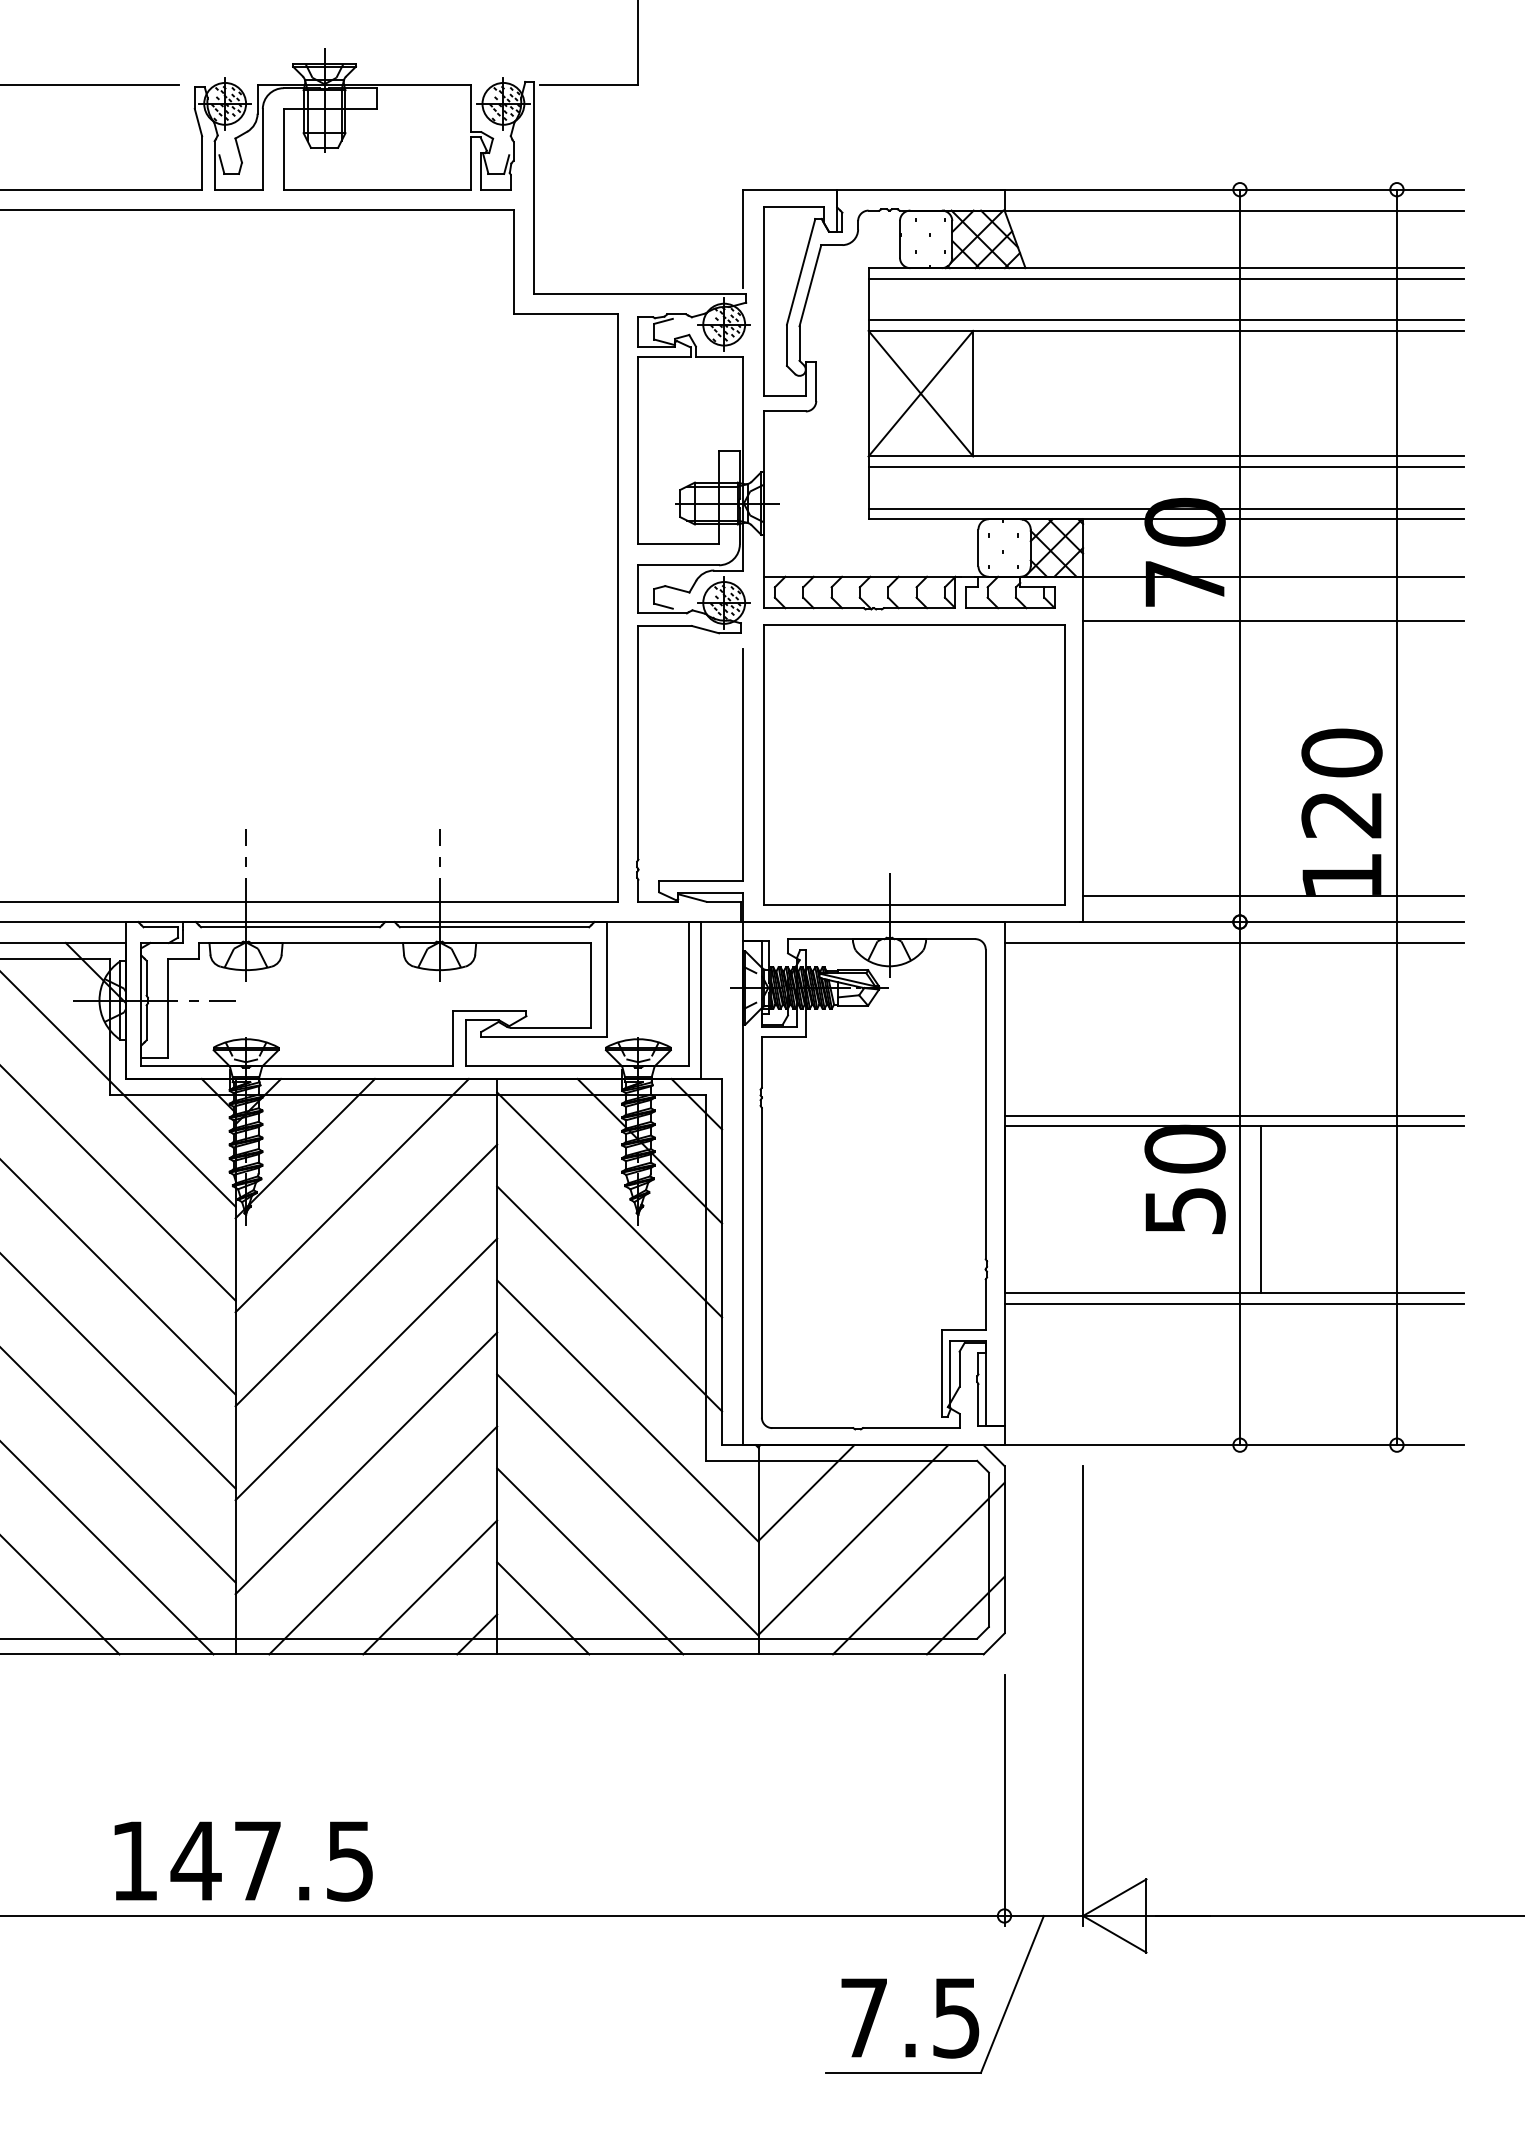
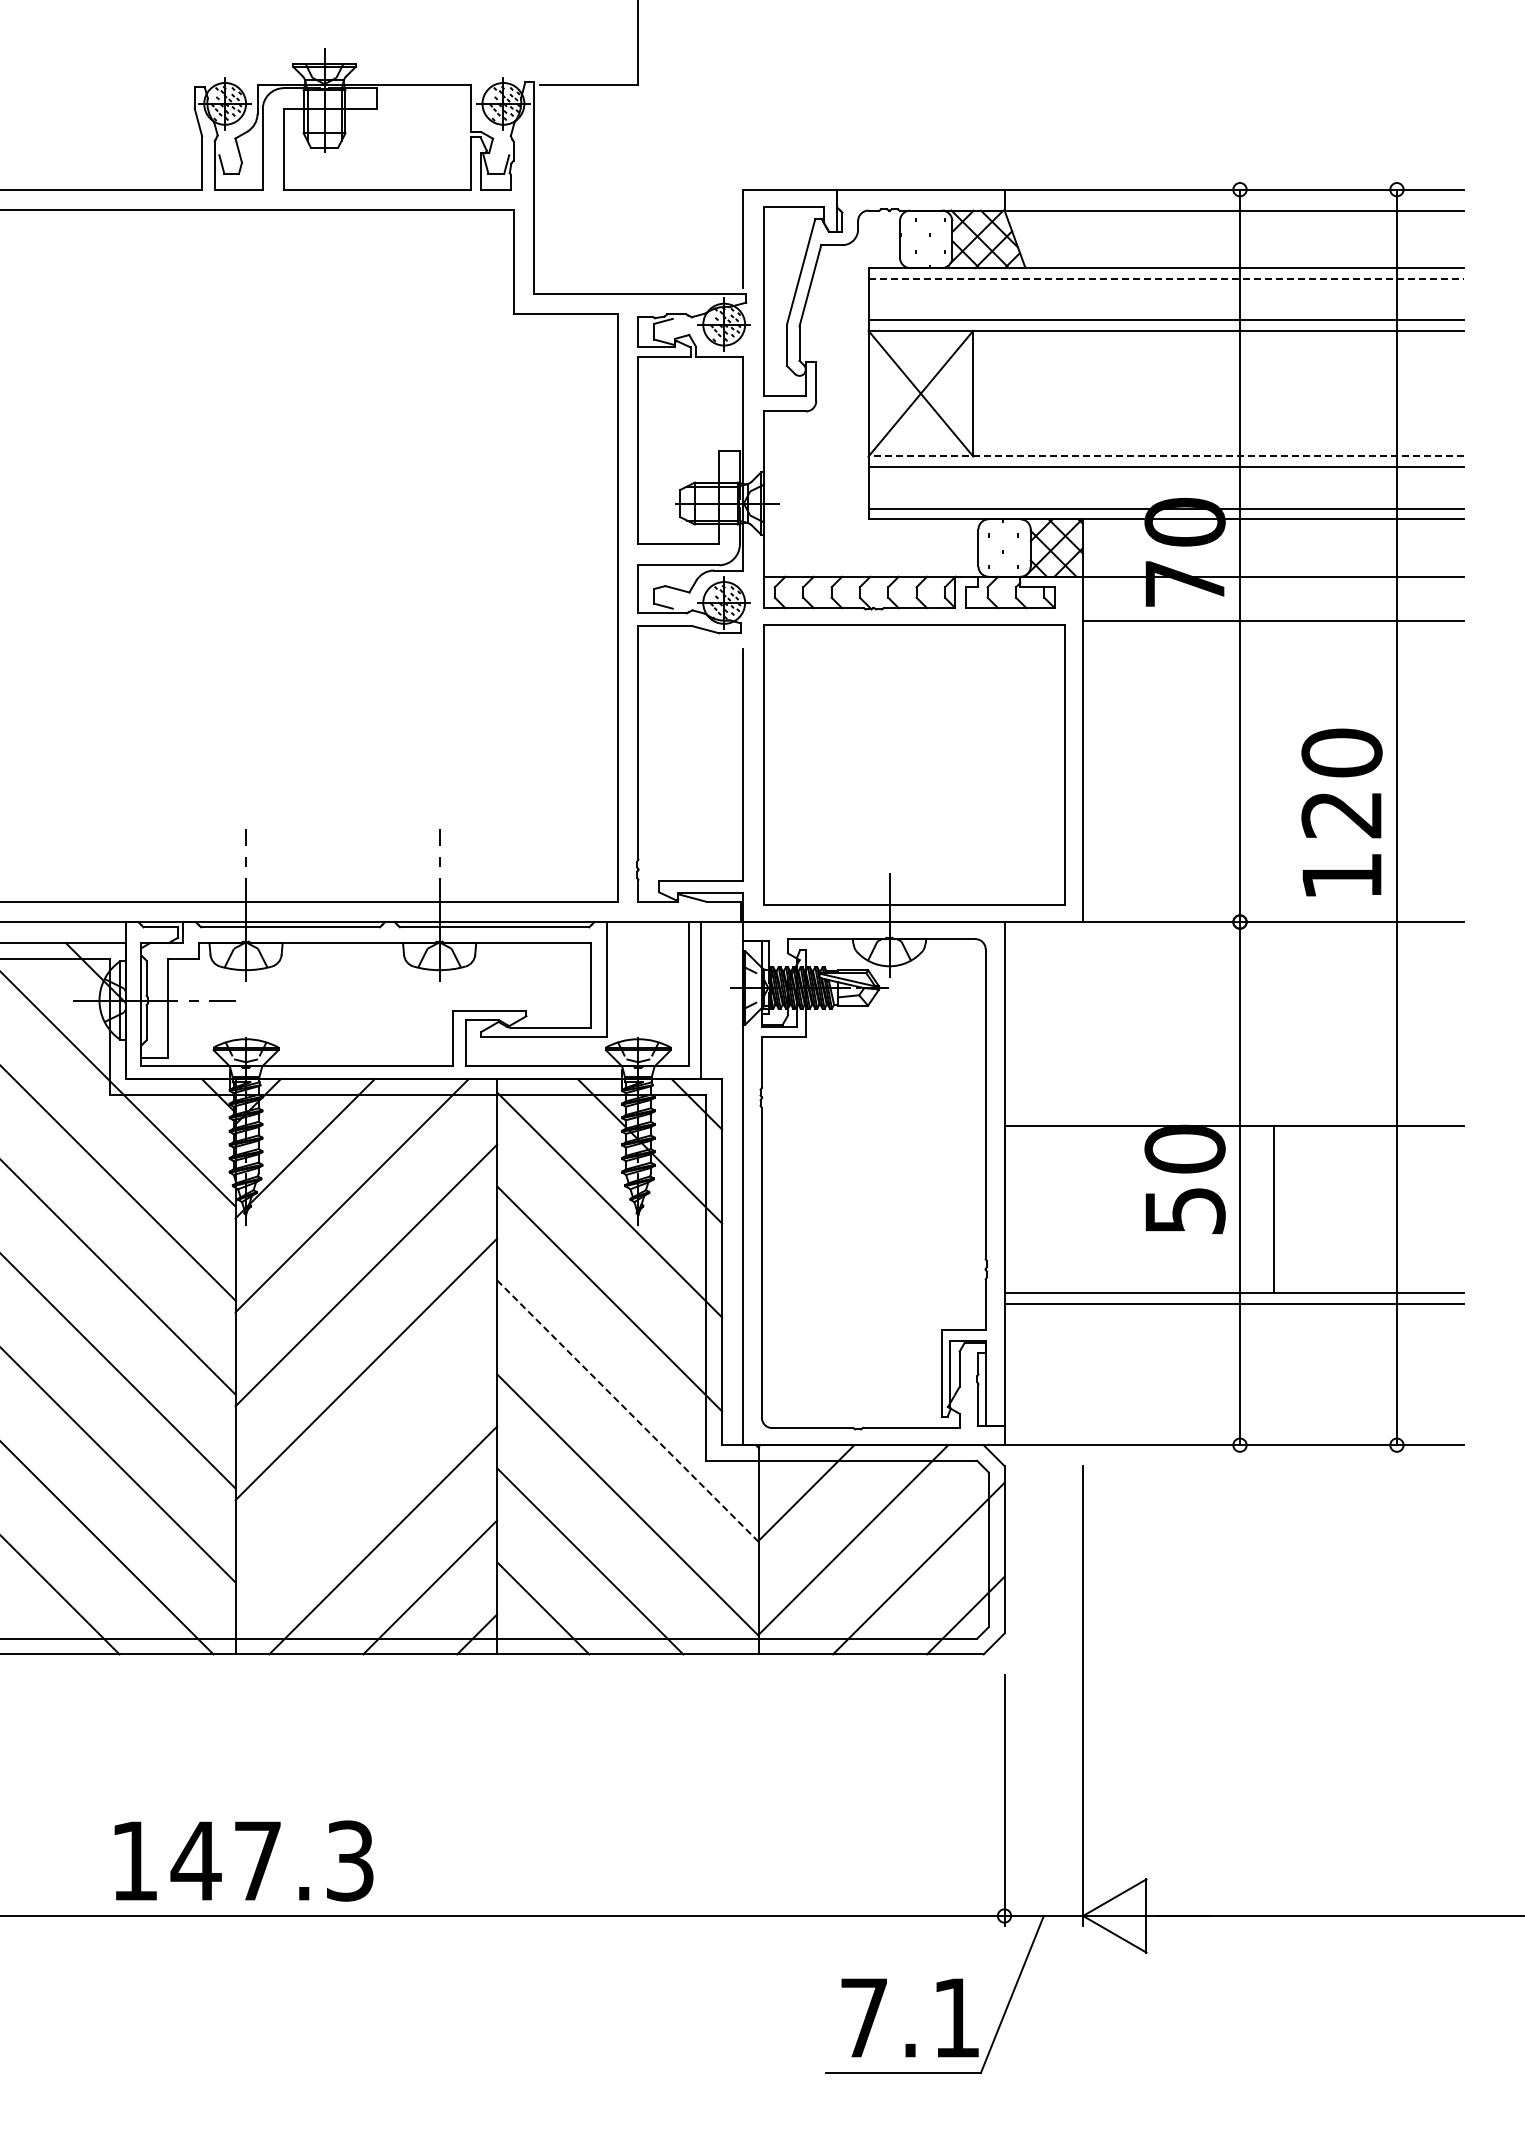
line at (90, 85): present -> none
line at (1166, 278): solid -> dashed
line at (1165, 456): solid -> dashed
line at (1273, 895): present -> none
line at (1233, 942): present -> none
line at (1233, 1115): present -> none
line at (1260, 1209) position: (1260, 1209) -> (1273, 1209)
line at (627, 1411): solid -> dashed
line at (366, 1463): present -> none
text at (350, 1860): 147.5 -> 147.3
text at (956, 2018): 7.5 -> 7.1
